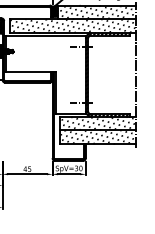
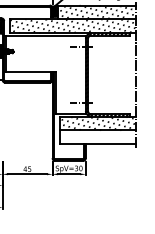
hatch at (97, 137): present -> none
